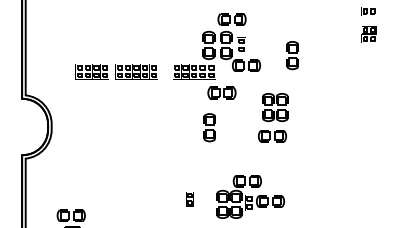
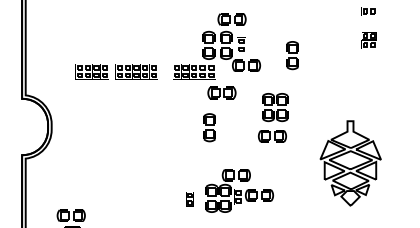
part at (368, 34) position: (368, 34) -> (368, 40)
part at (350, 163): none -> present
part at (250, 196) position: (250, 196) -> (239, 190)
